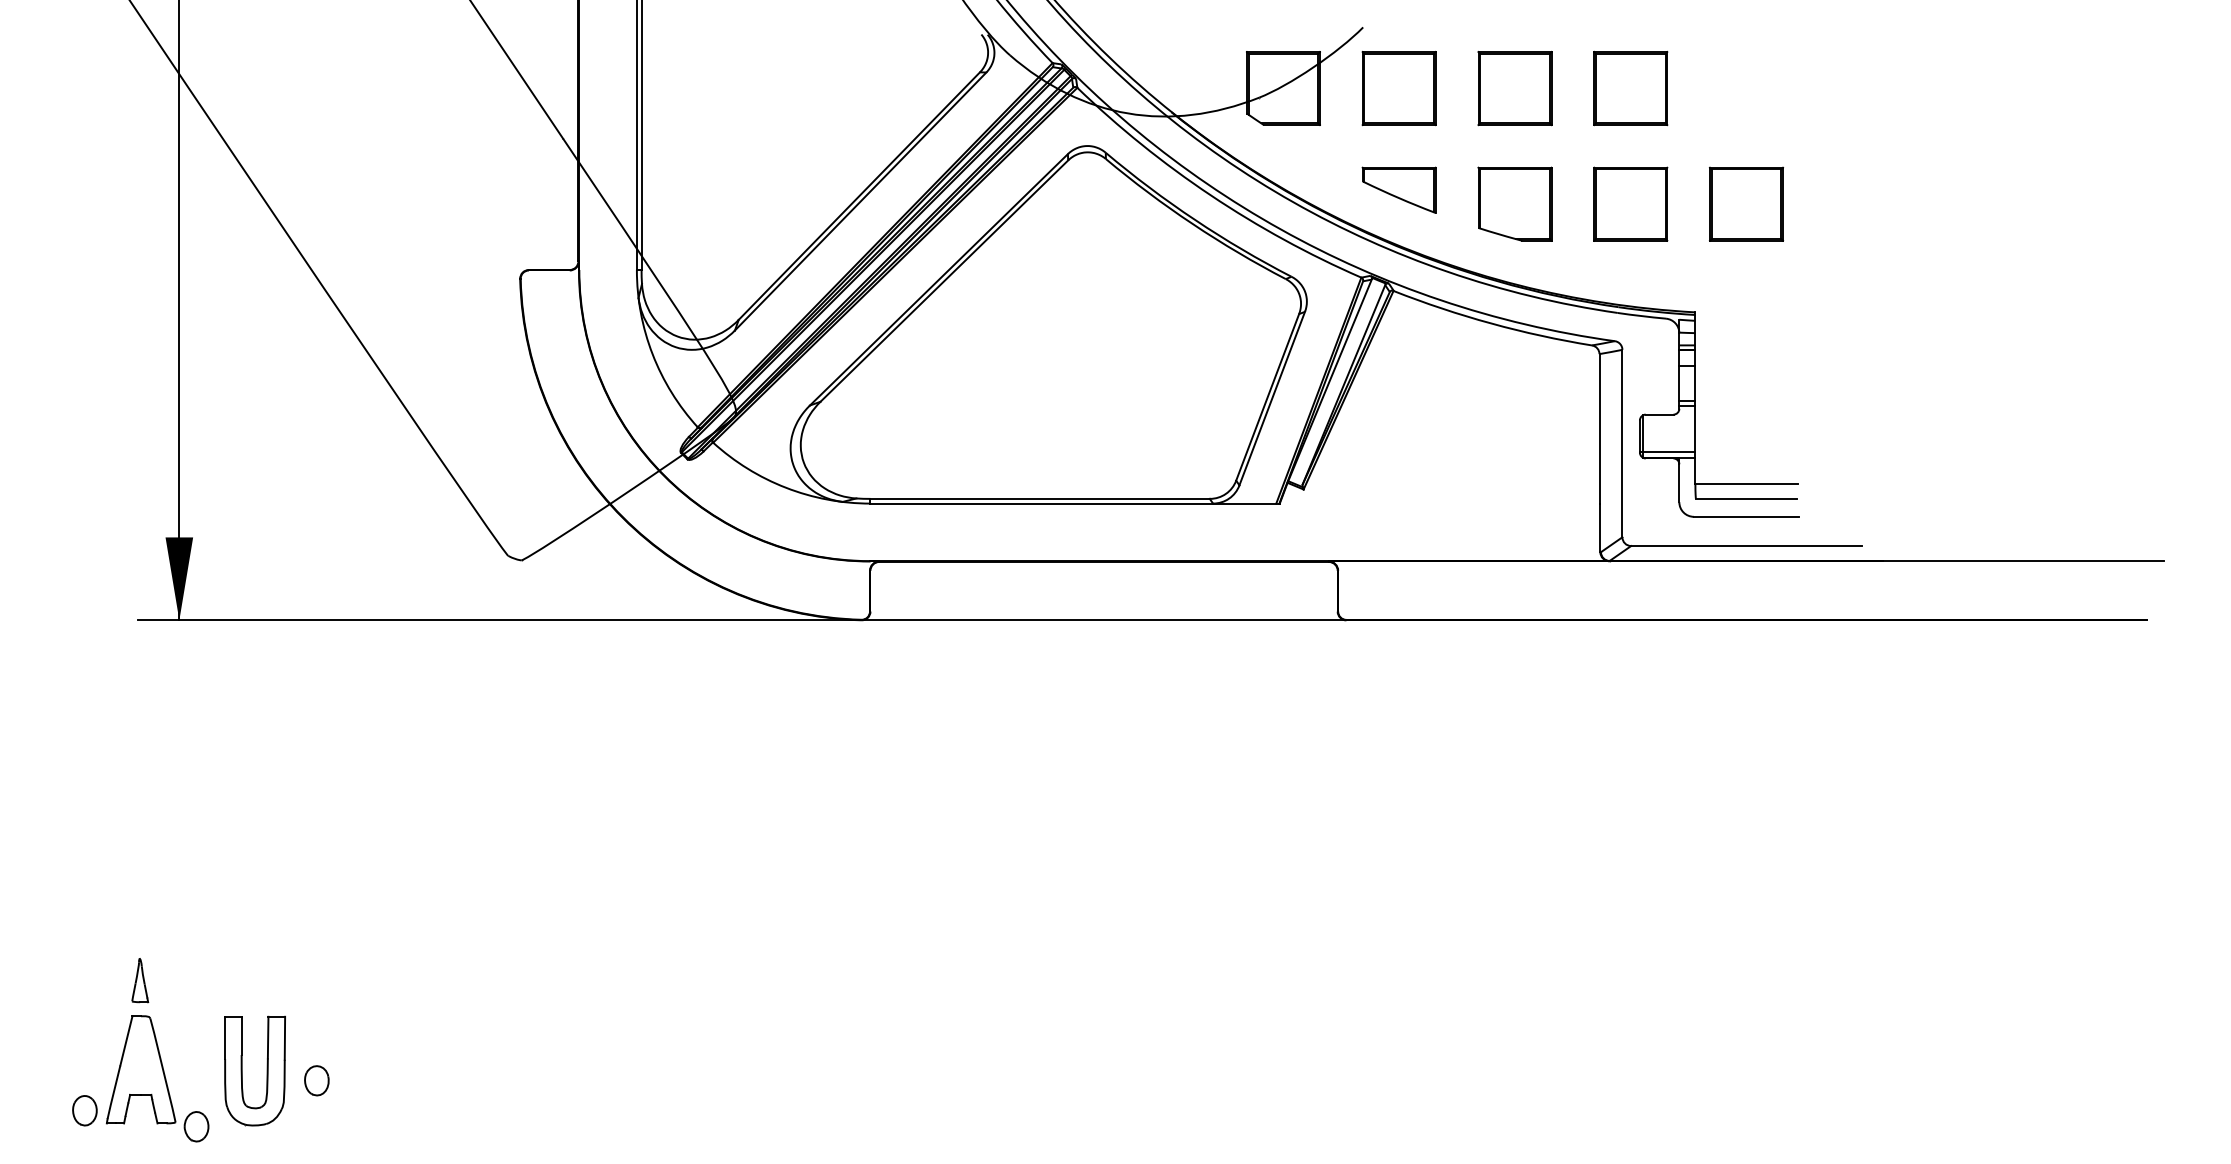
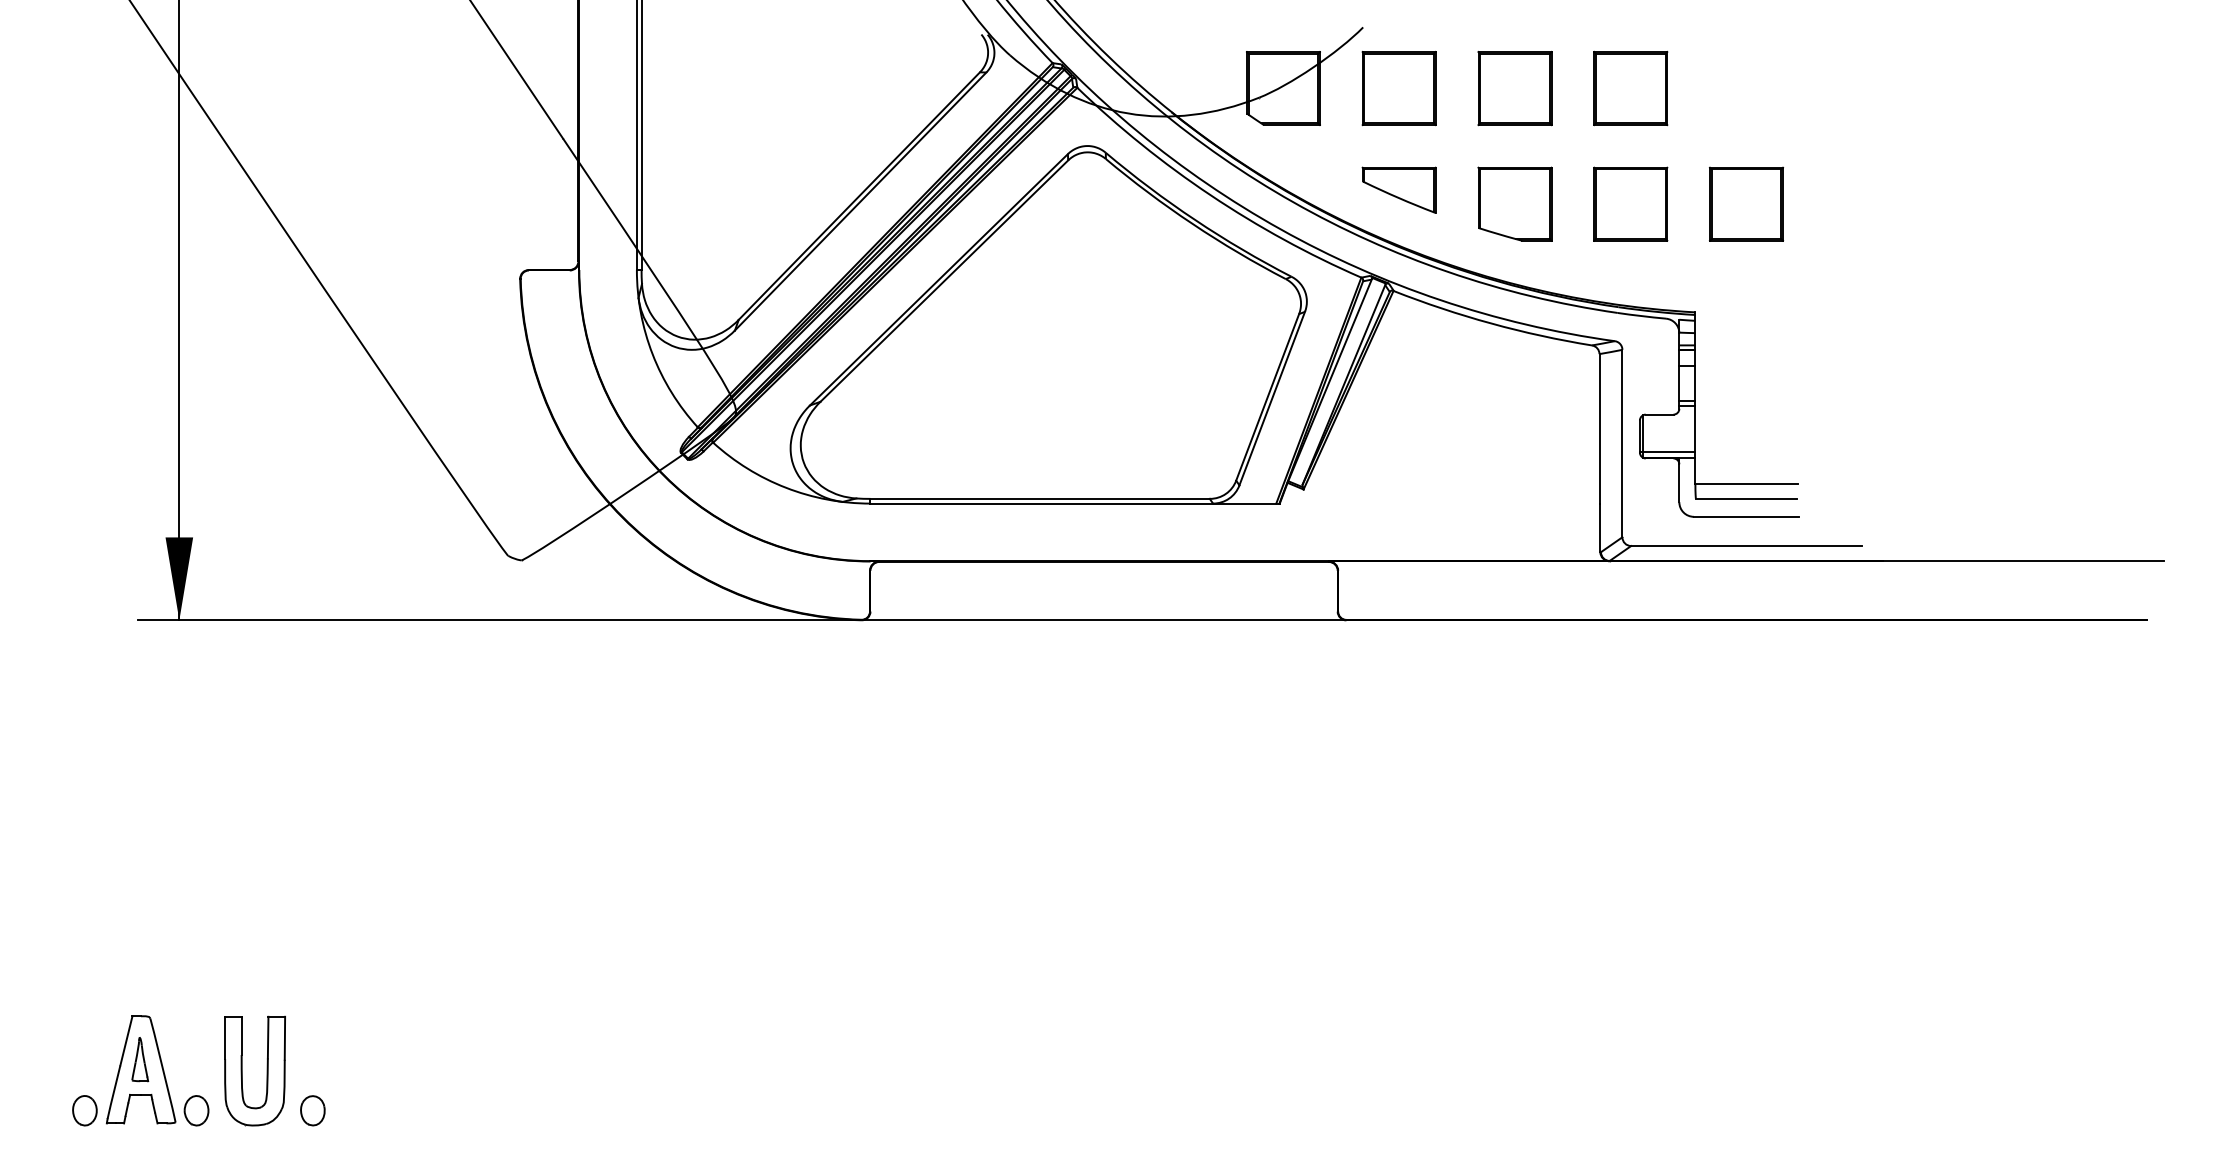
part at (140, 980) position: (140, 980) -> (140, 1059)
part at (316, 1080) position: (316, 1080) -> (312, 1110)
part at (196, 1126) position: (196, 1126) -> (196, 1110)
